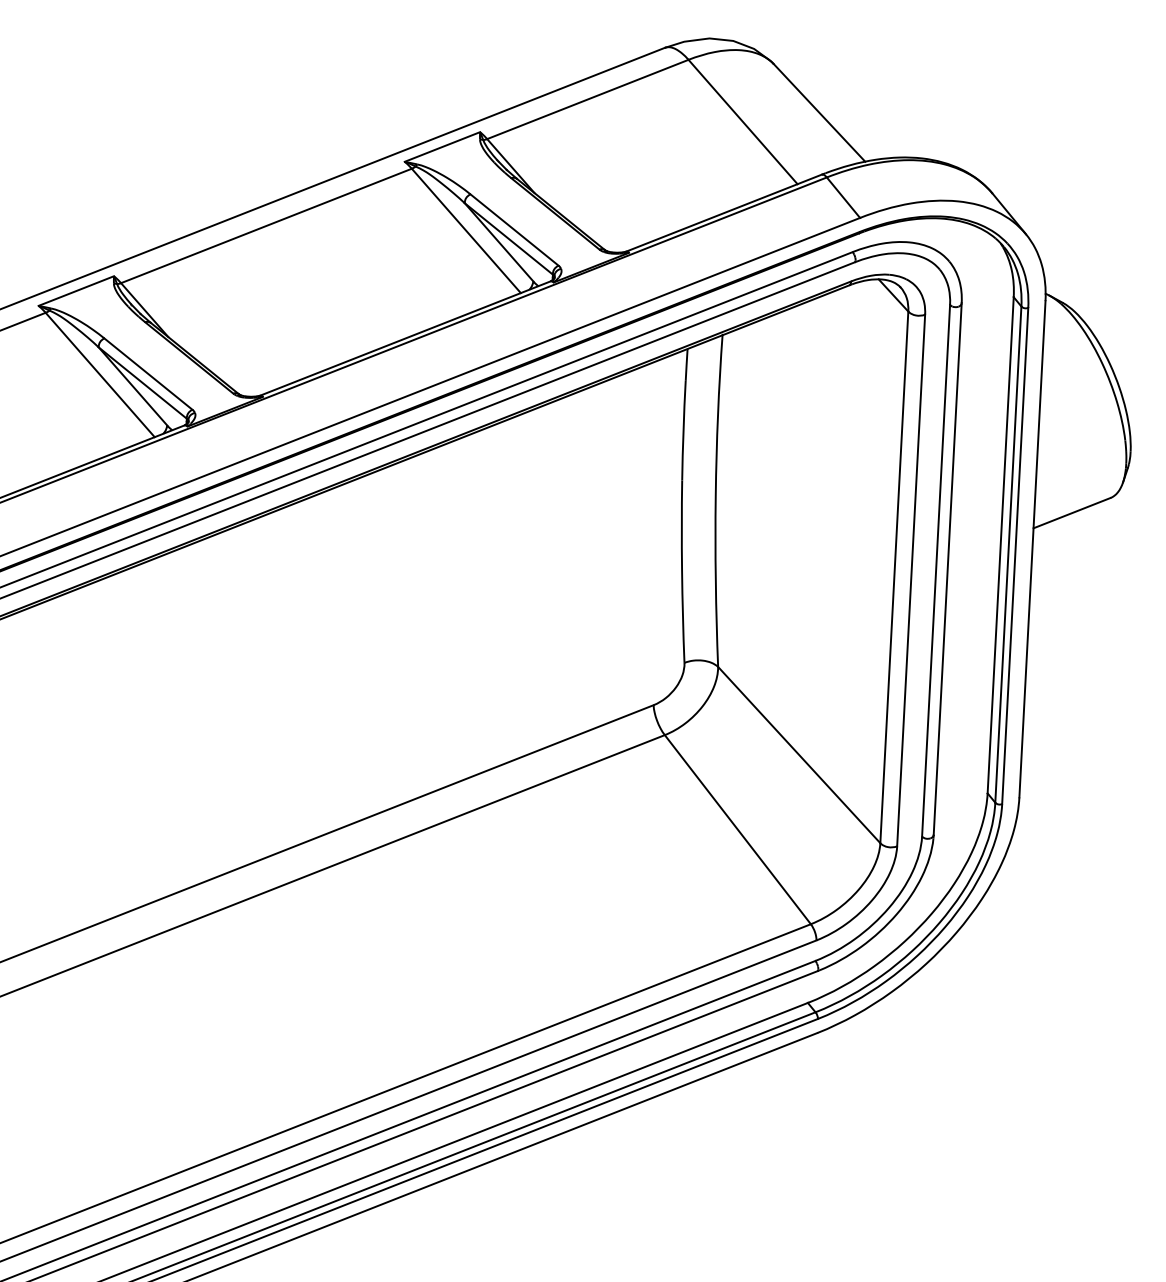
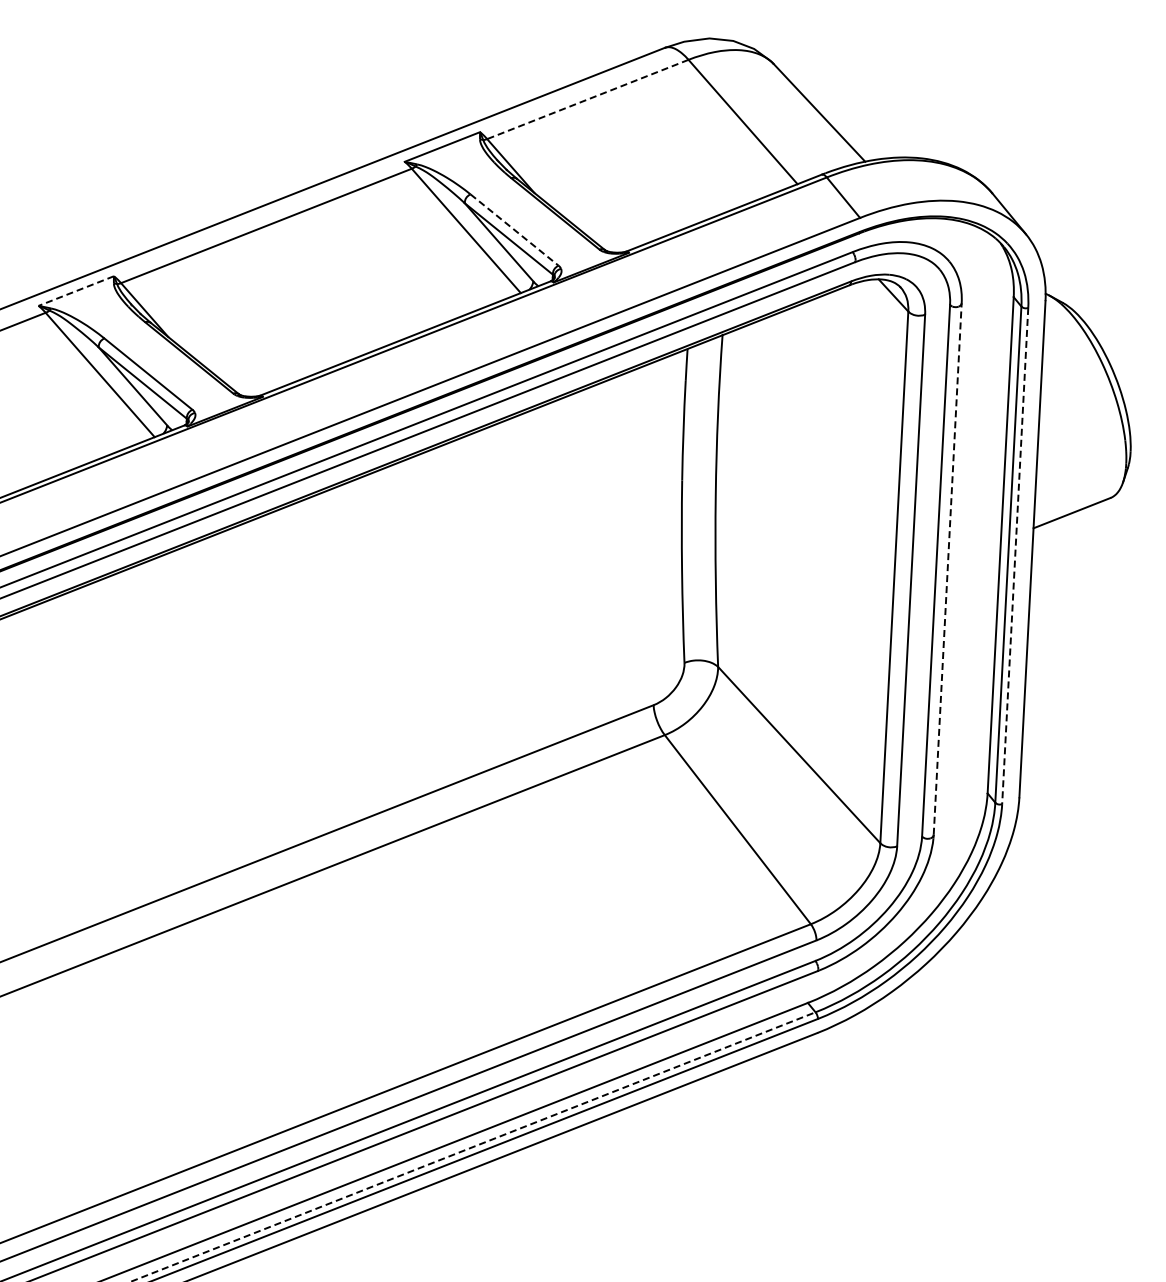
line at (587, 99): solid -> dashed
line at (514, 230): solid -> dashed
line at (75, 291): solid -> dashed
line at (1015, 556): solid -> dashed
line at (947, 568): solid -> dashed
line at (473, 1147): solid -> dashed
